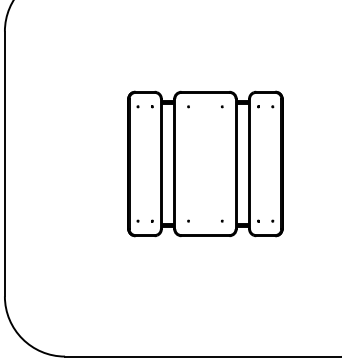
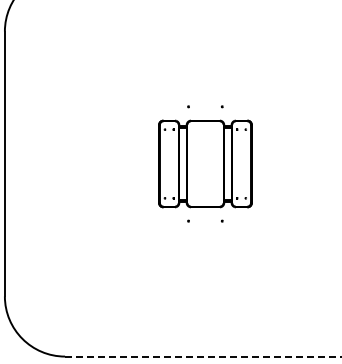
part at (205, 163) size: 157x148 px -> 95x90 px
line at (203, 356): solid -> dashed
